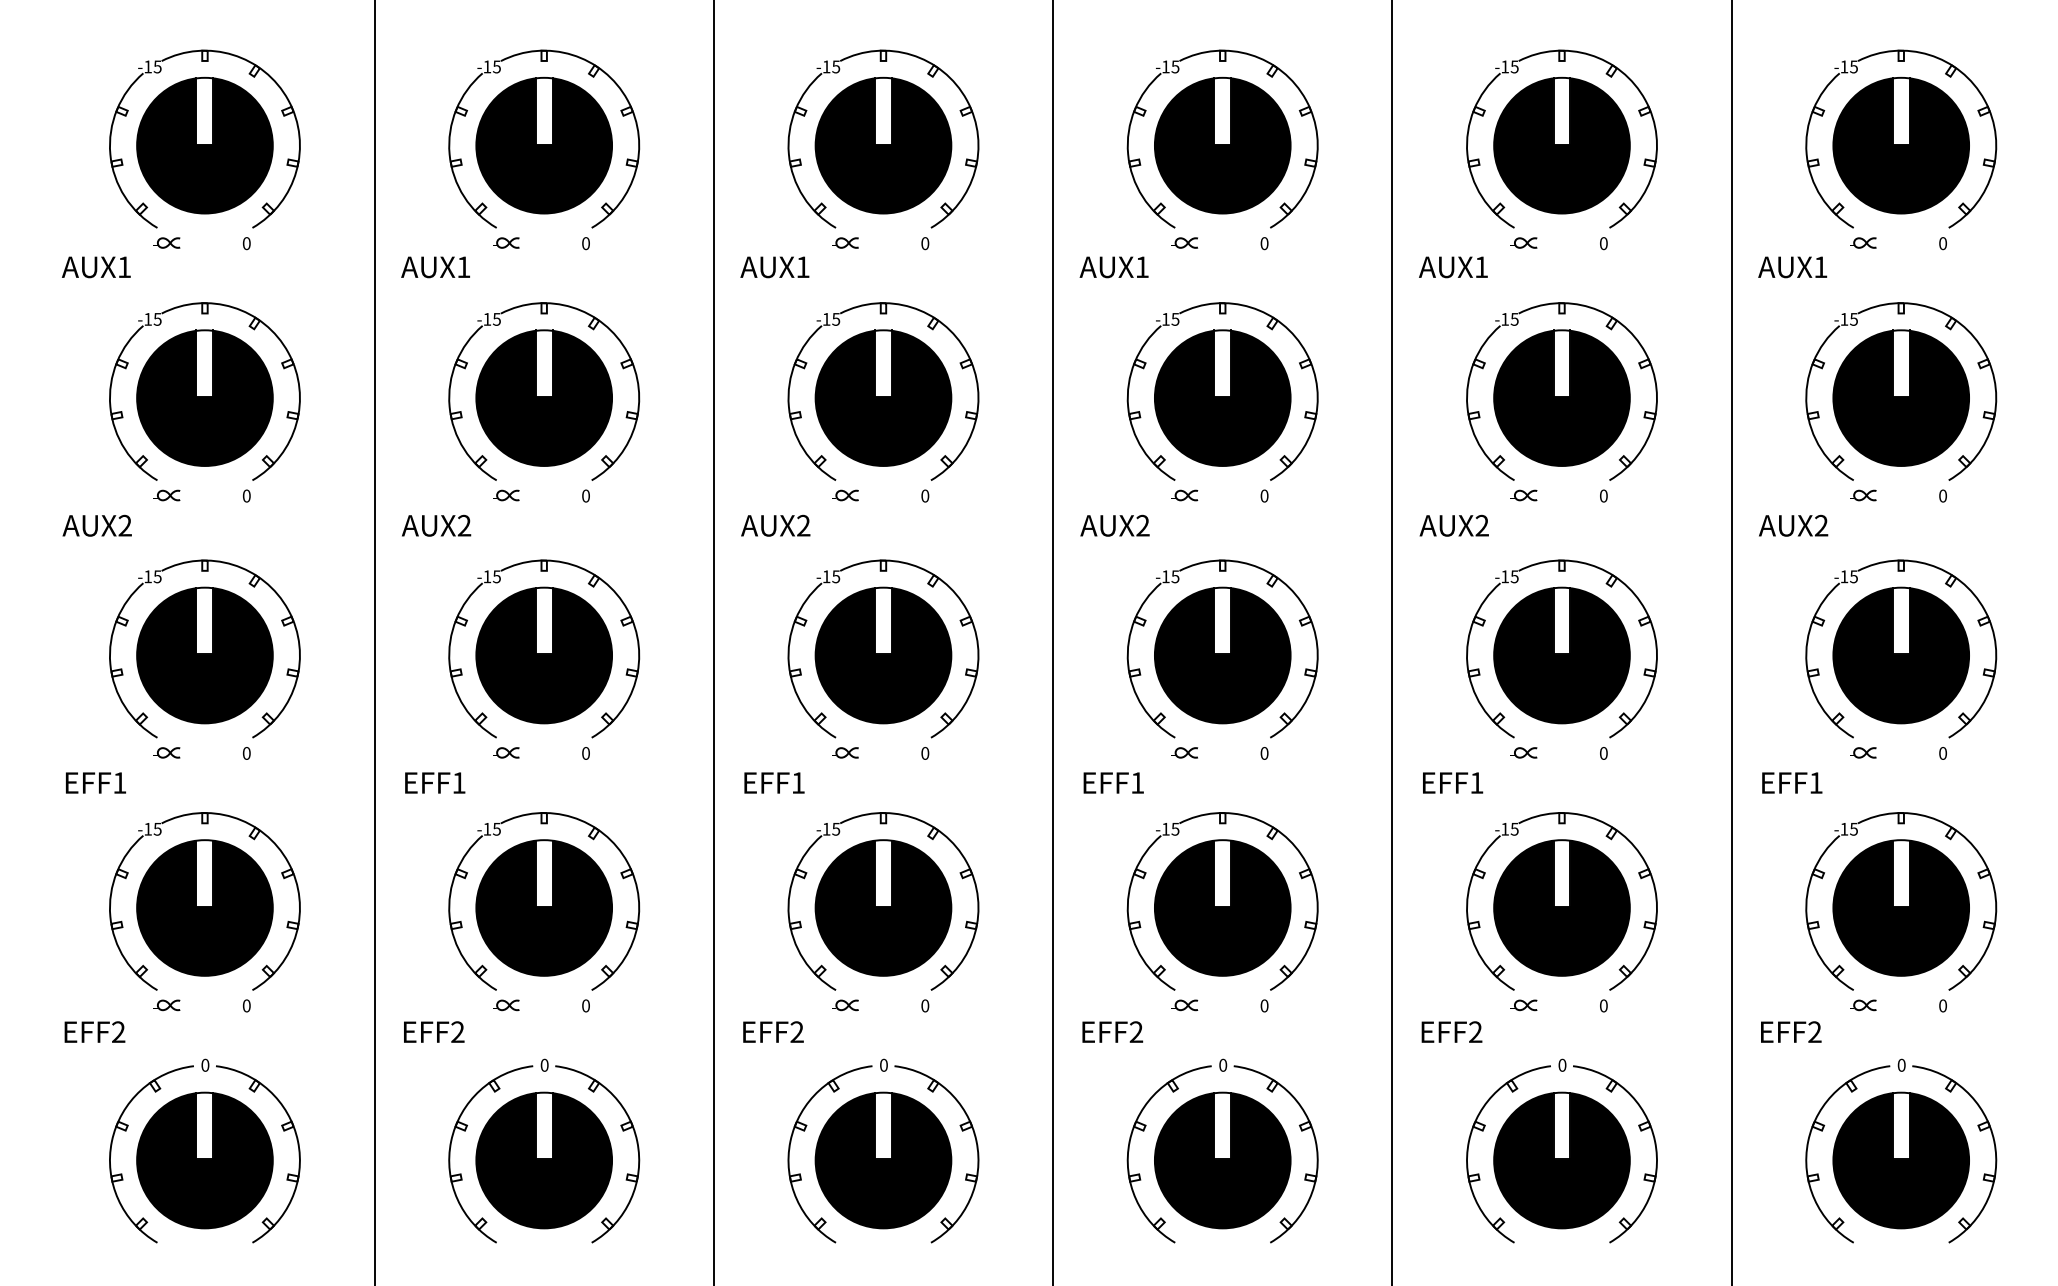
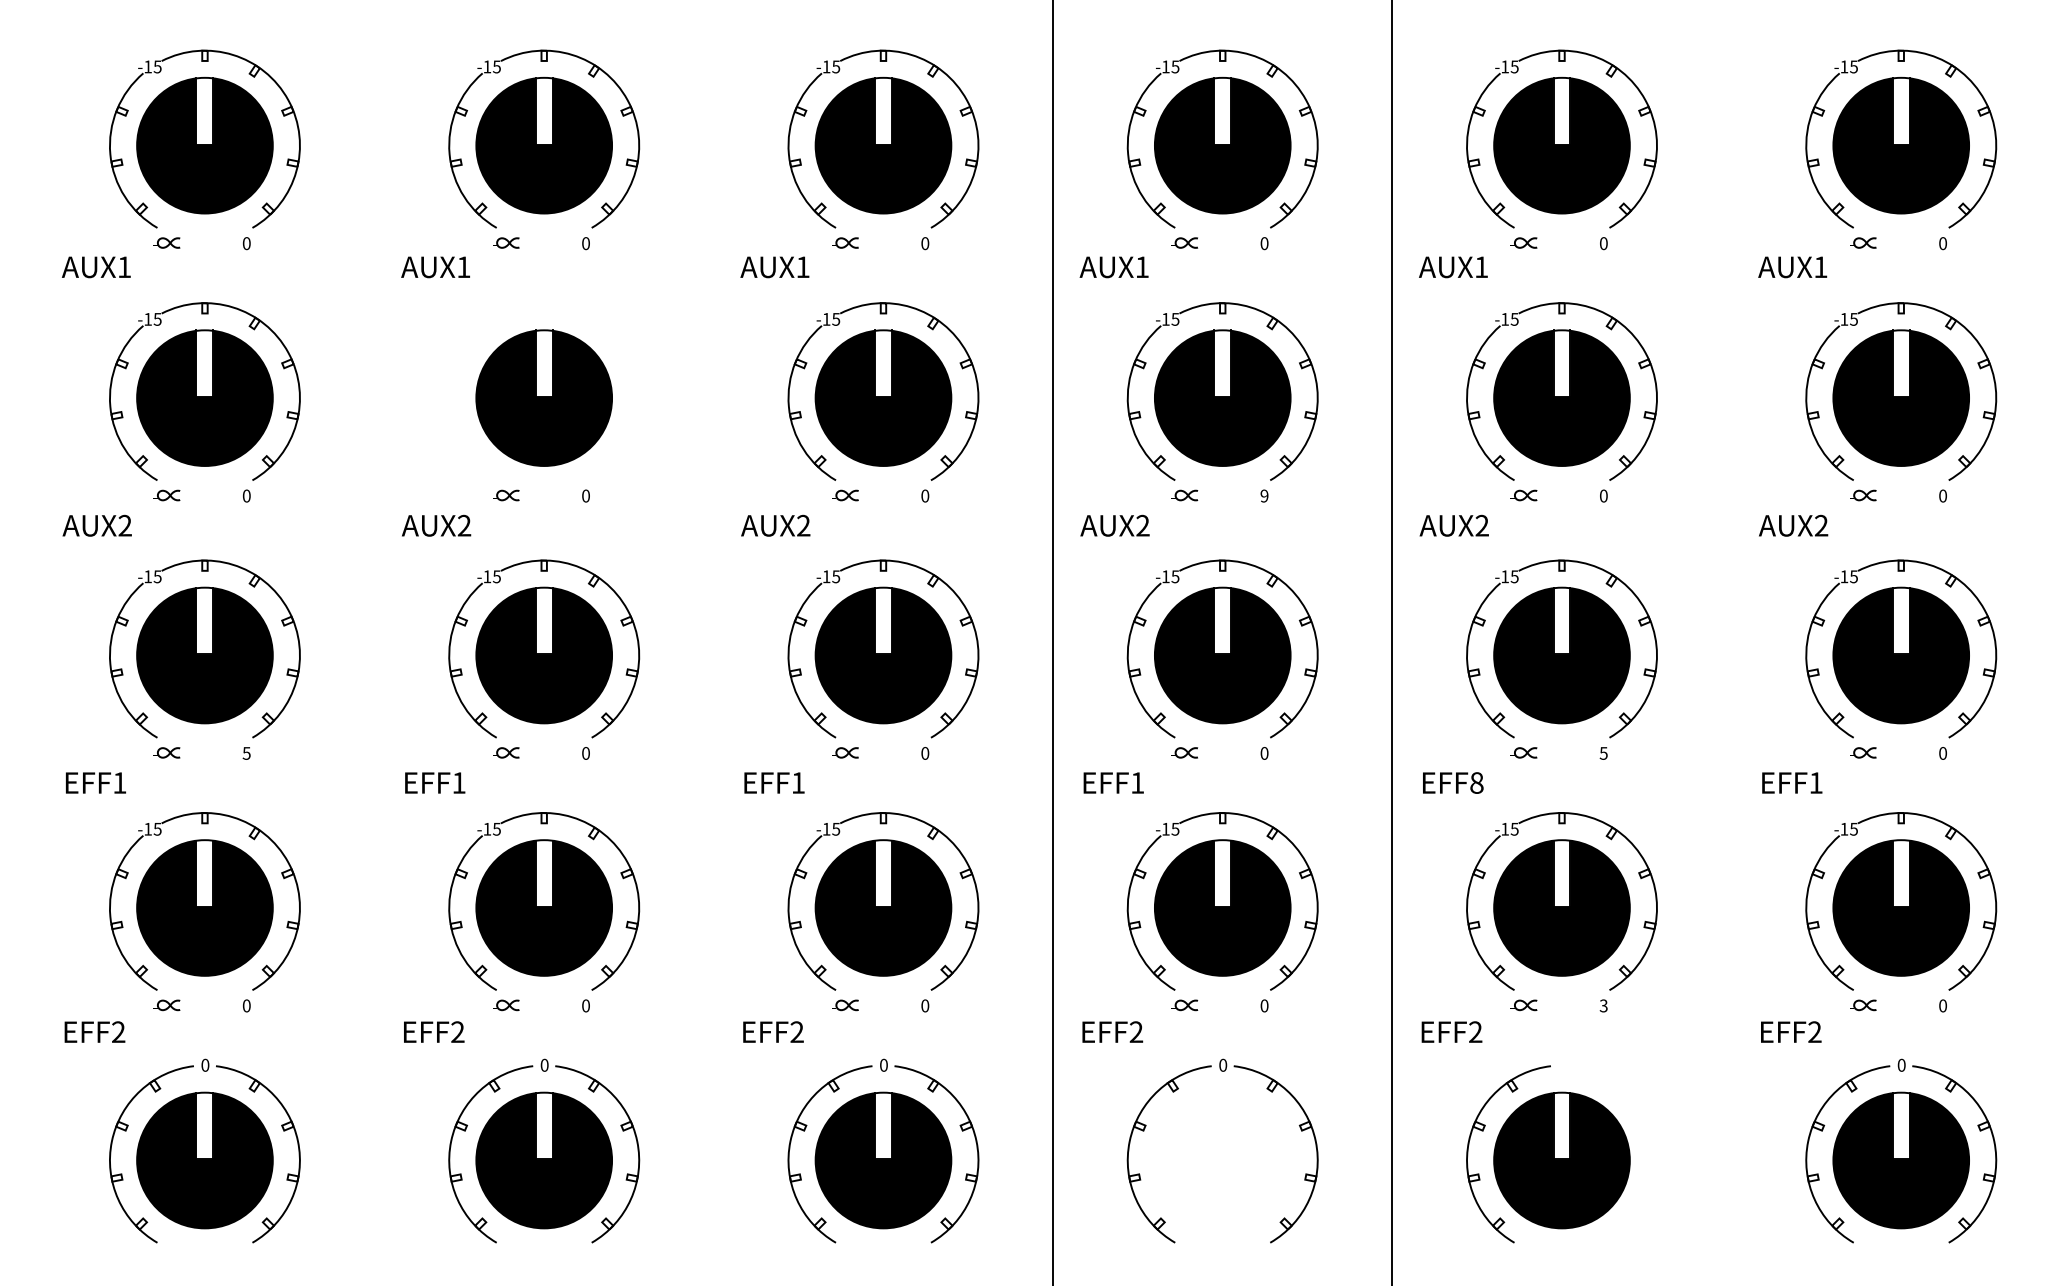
part at (544, 314): present -> none
text at (1264, 495): 0 -> 9
line at (374, 642): present -> none
line at (713, 642): present -> none
line at (1731, 642): present -> none
text at (246, 753): 0 -> 5
text at (1603, 753): 0 -> 5
text at (1476, 782): EFF1 -> EFF8
text at (1603, 1005): 0 -> 3
part at (1640, 1131): present -> none
part at (1222, 1160): present -> none
